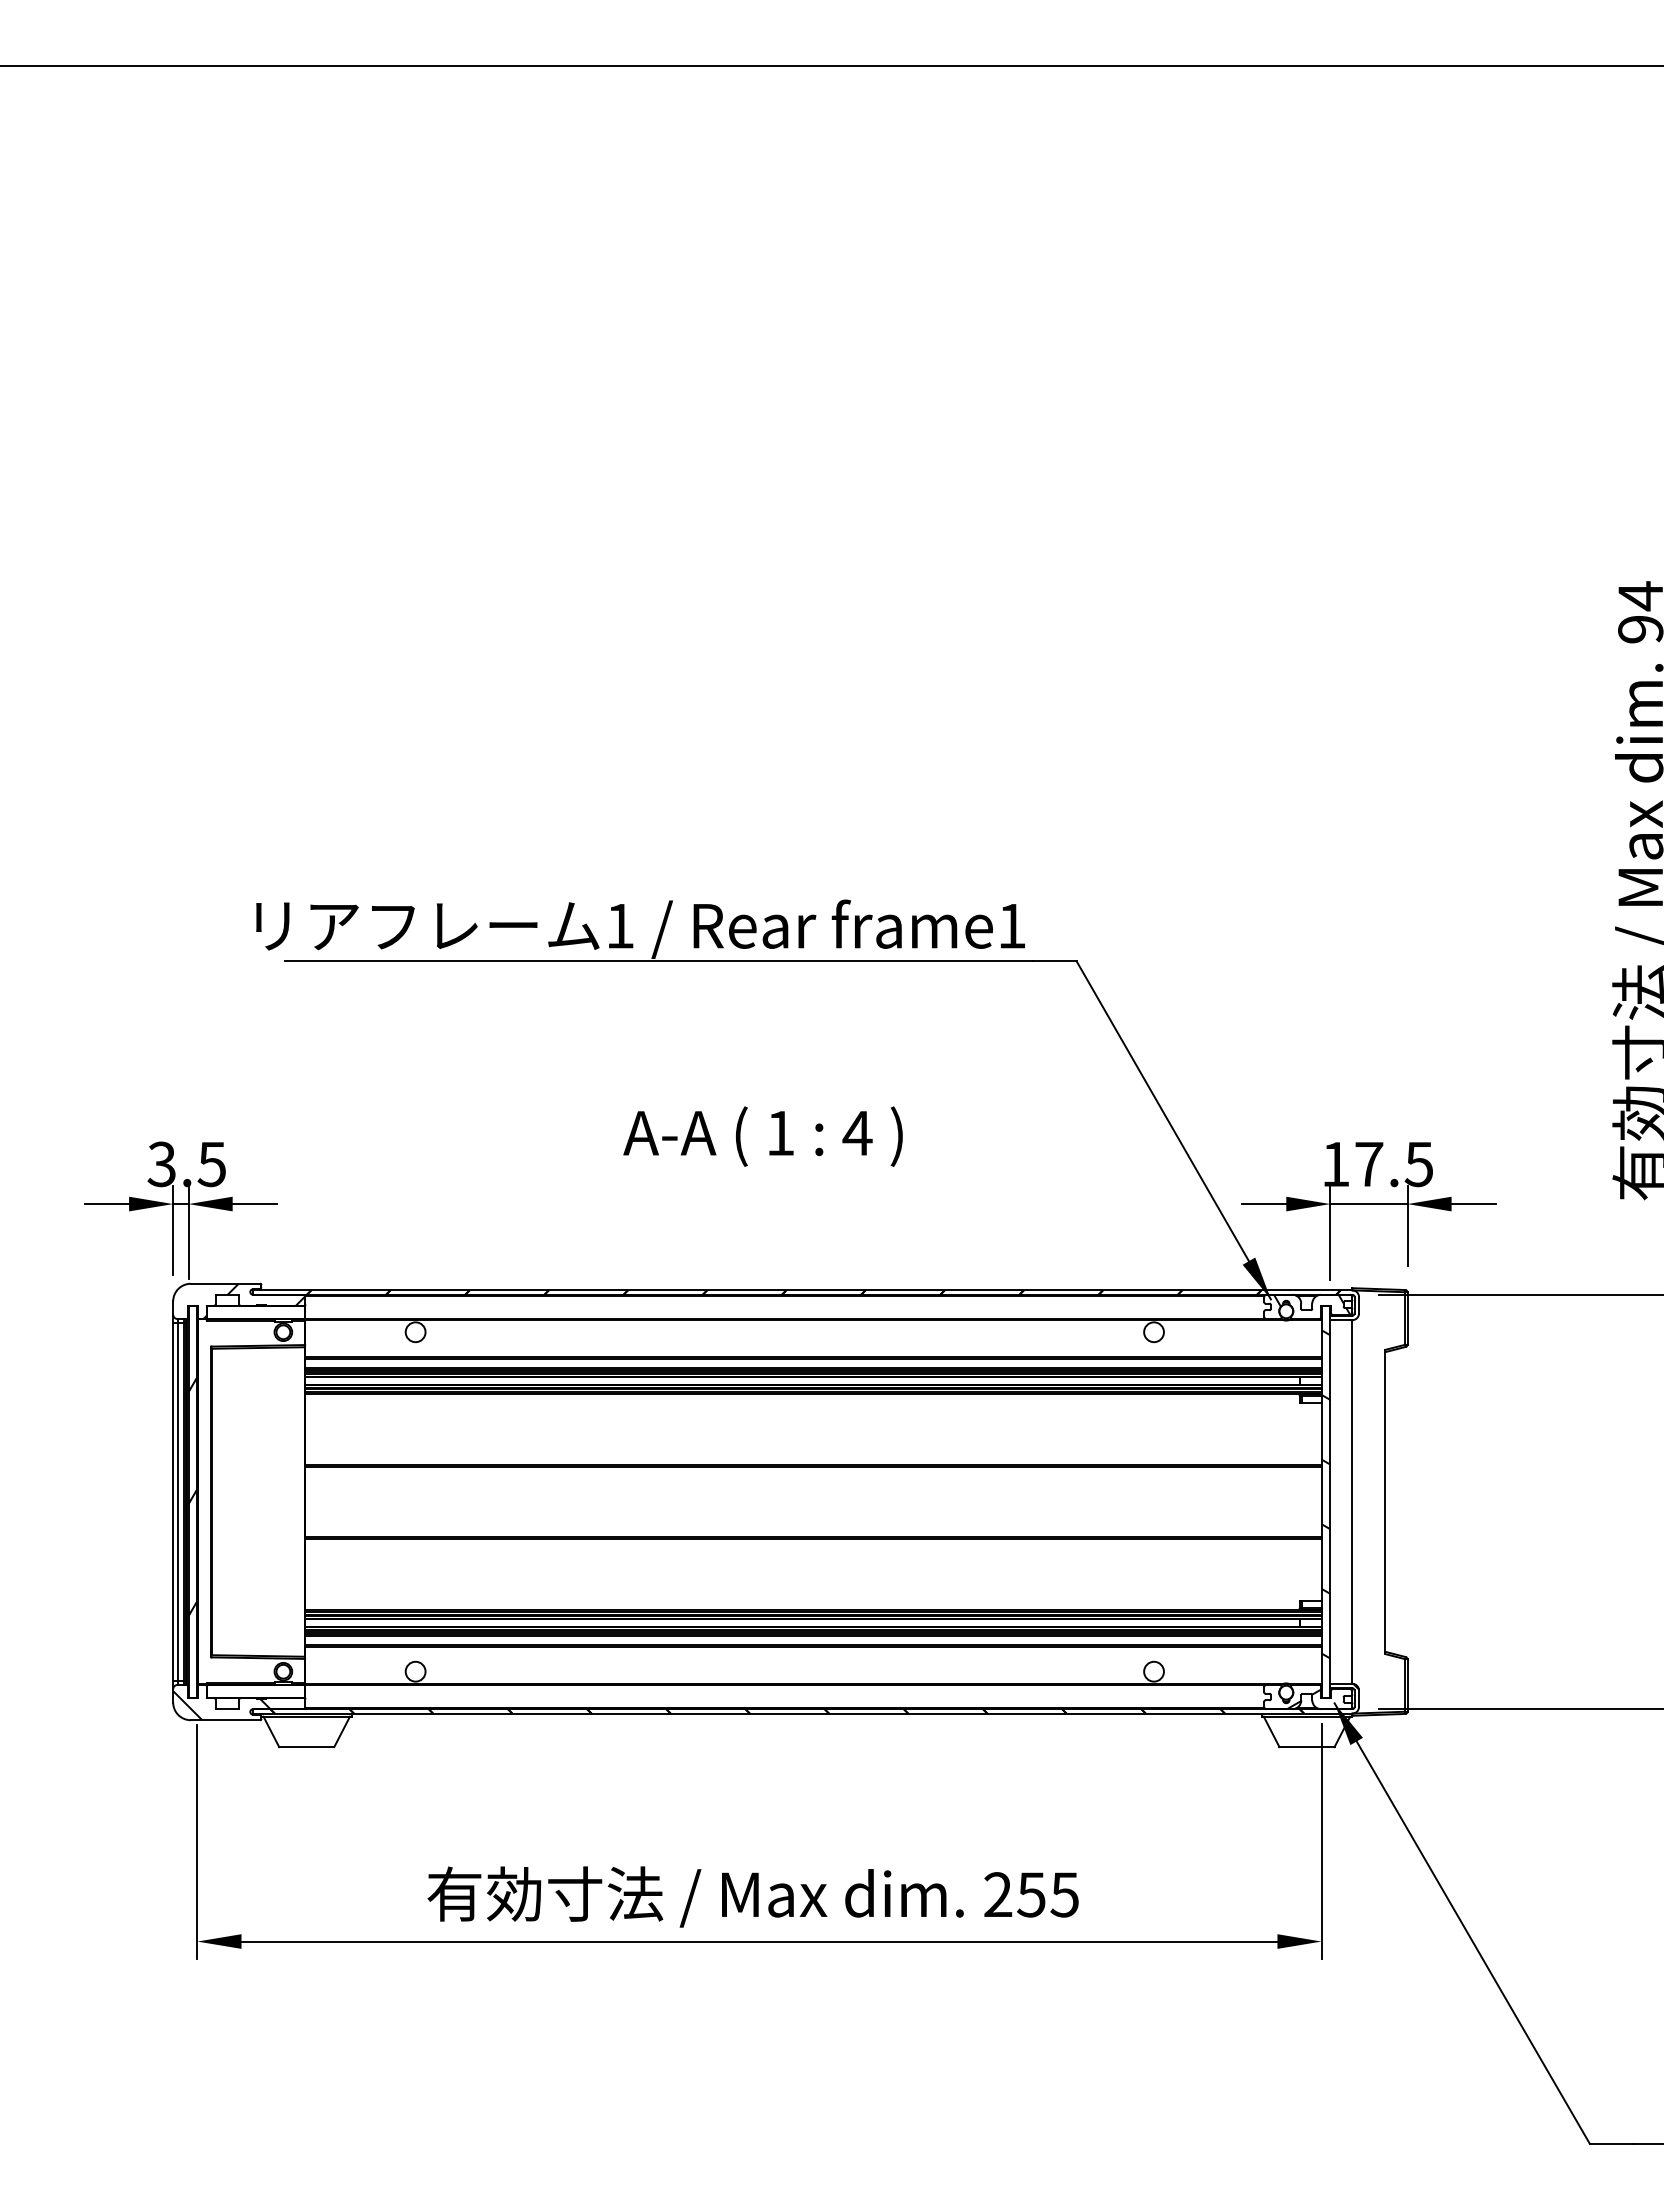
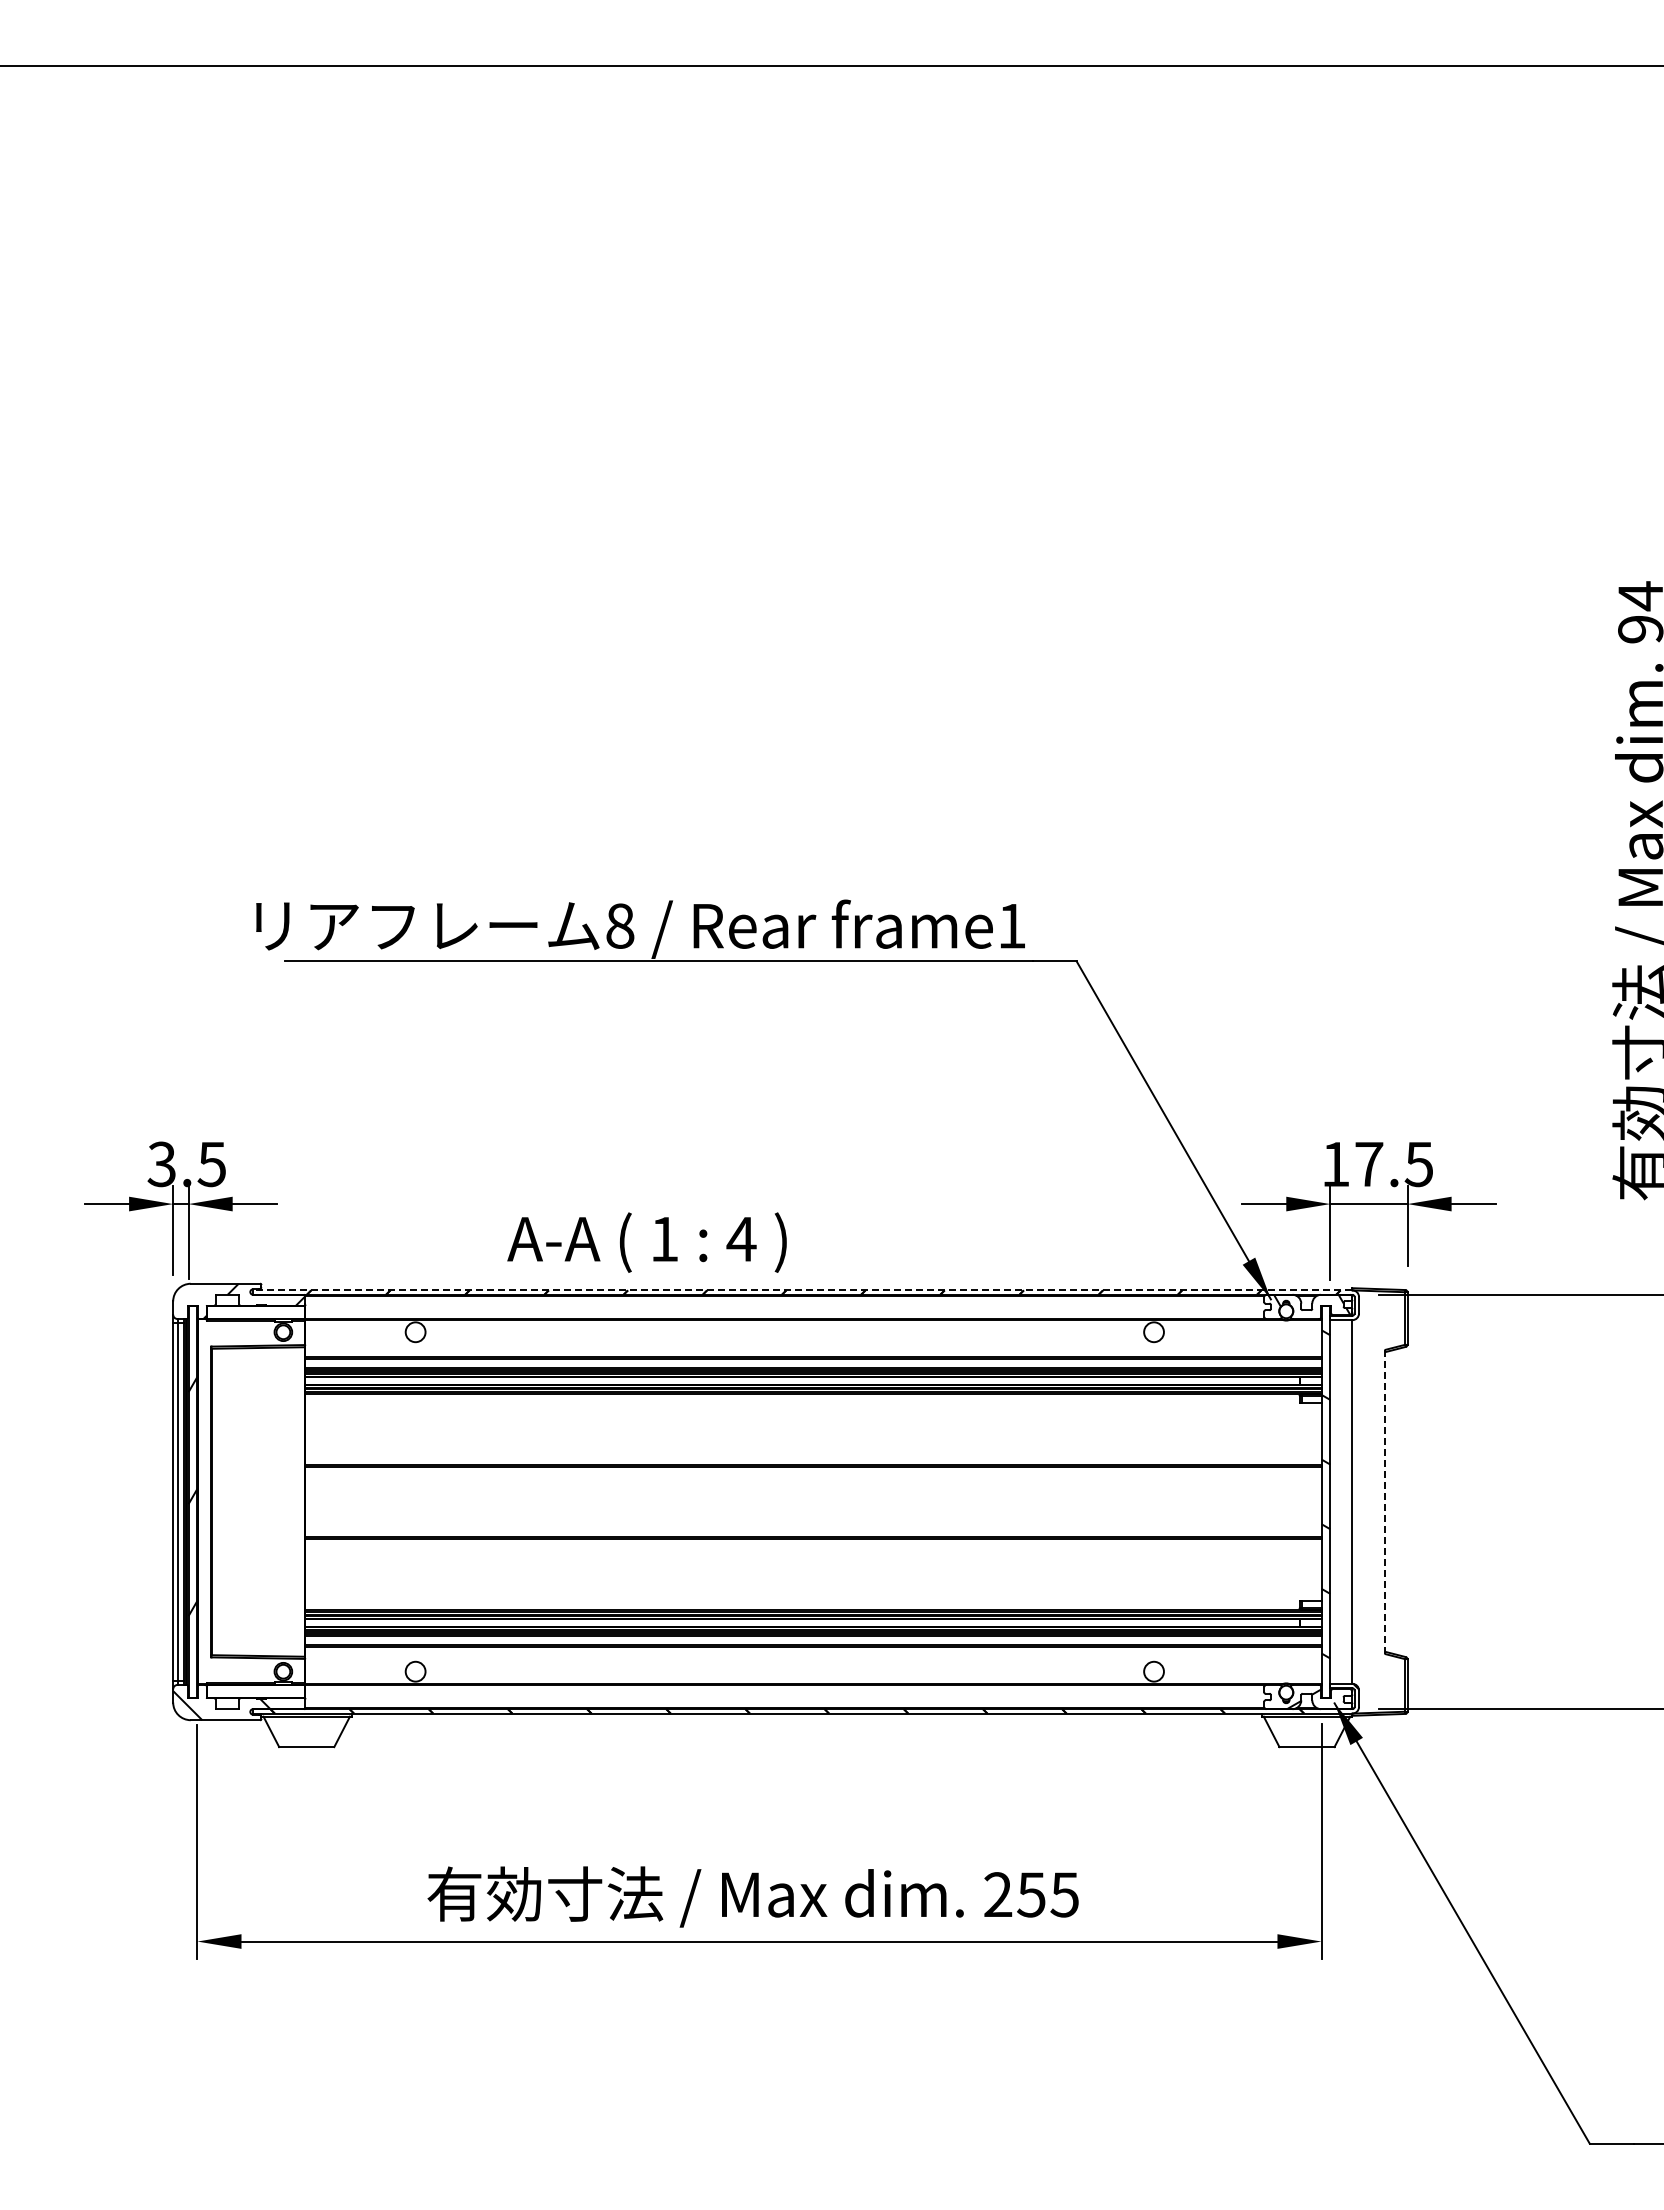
text at (620, 925): 1 -> 8
text at (762, 1136) position: (762, 1136) -> (646, 1242)
line at (802, 1290): solid -> dashed
line at (1385, 1502): solid -> dashed
